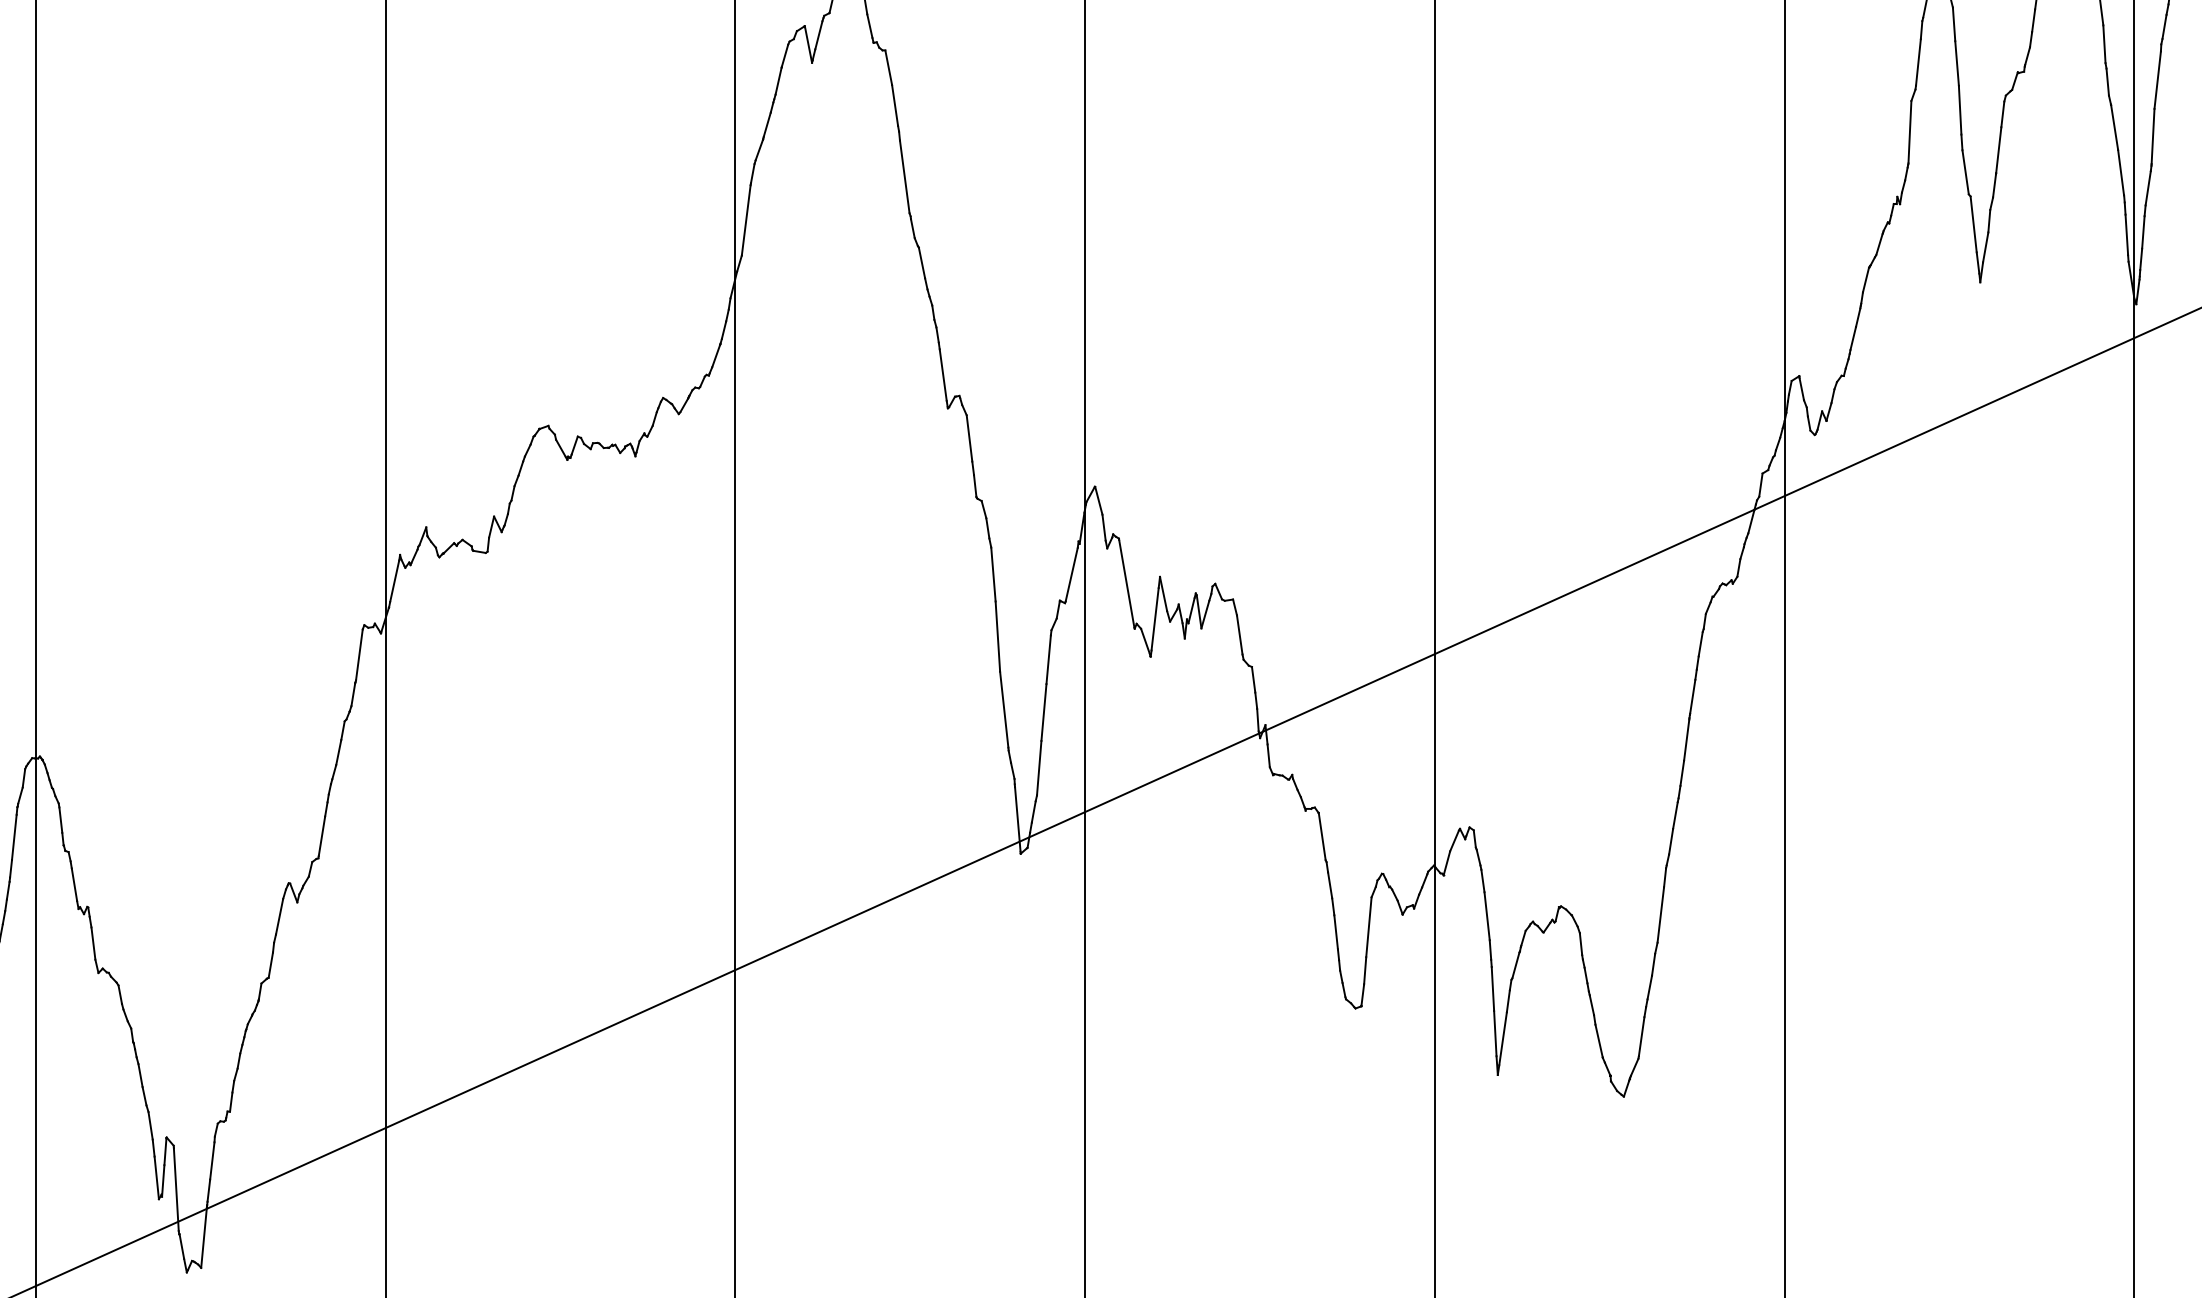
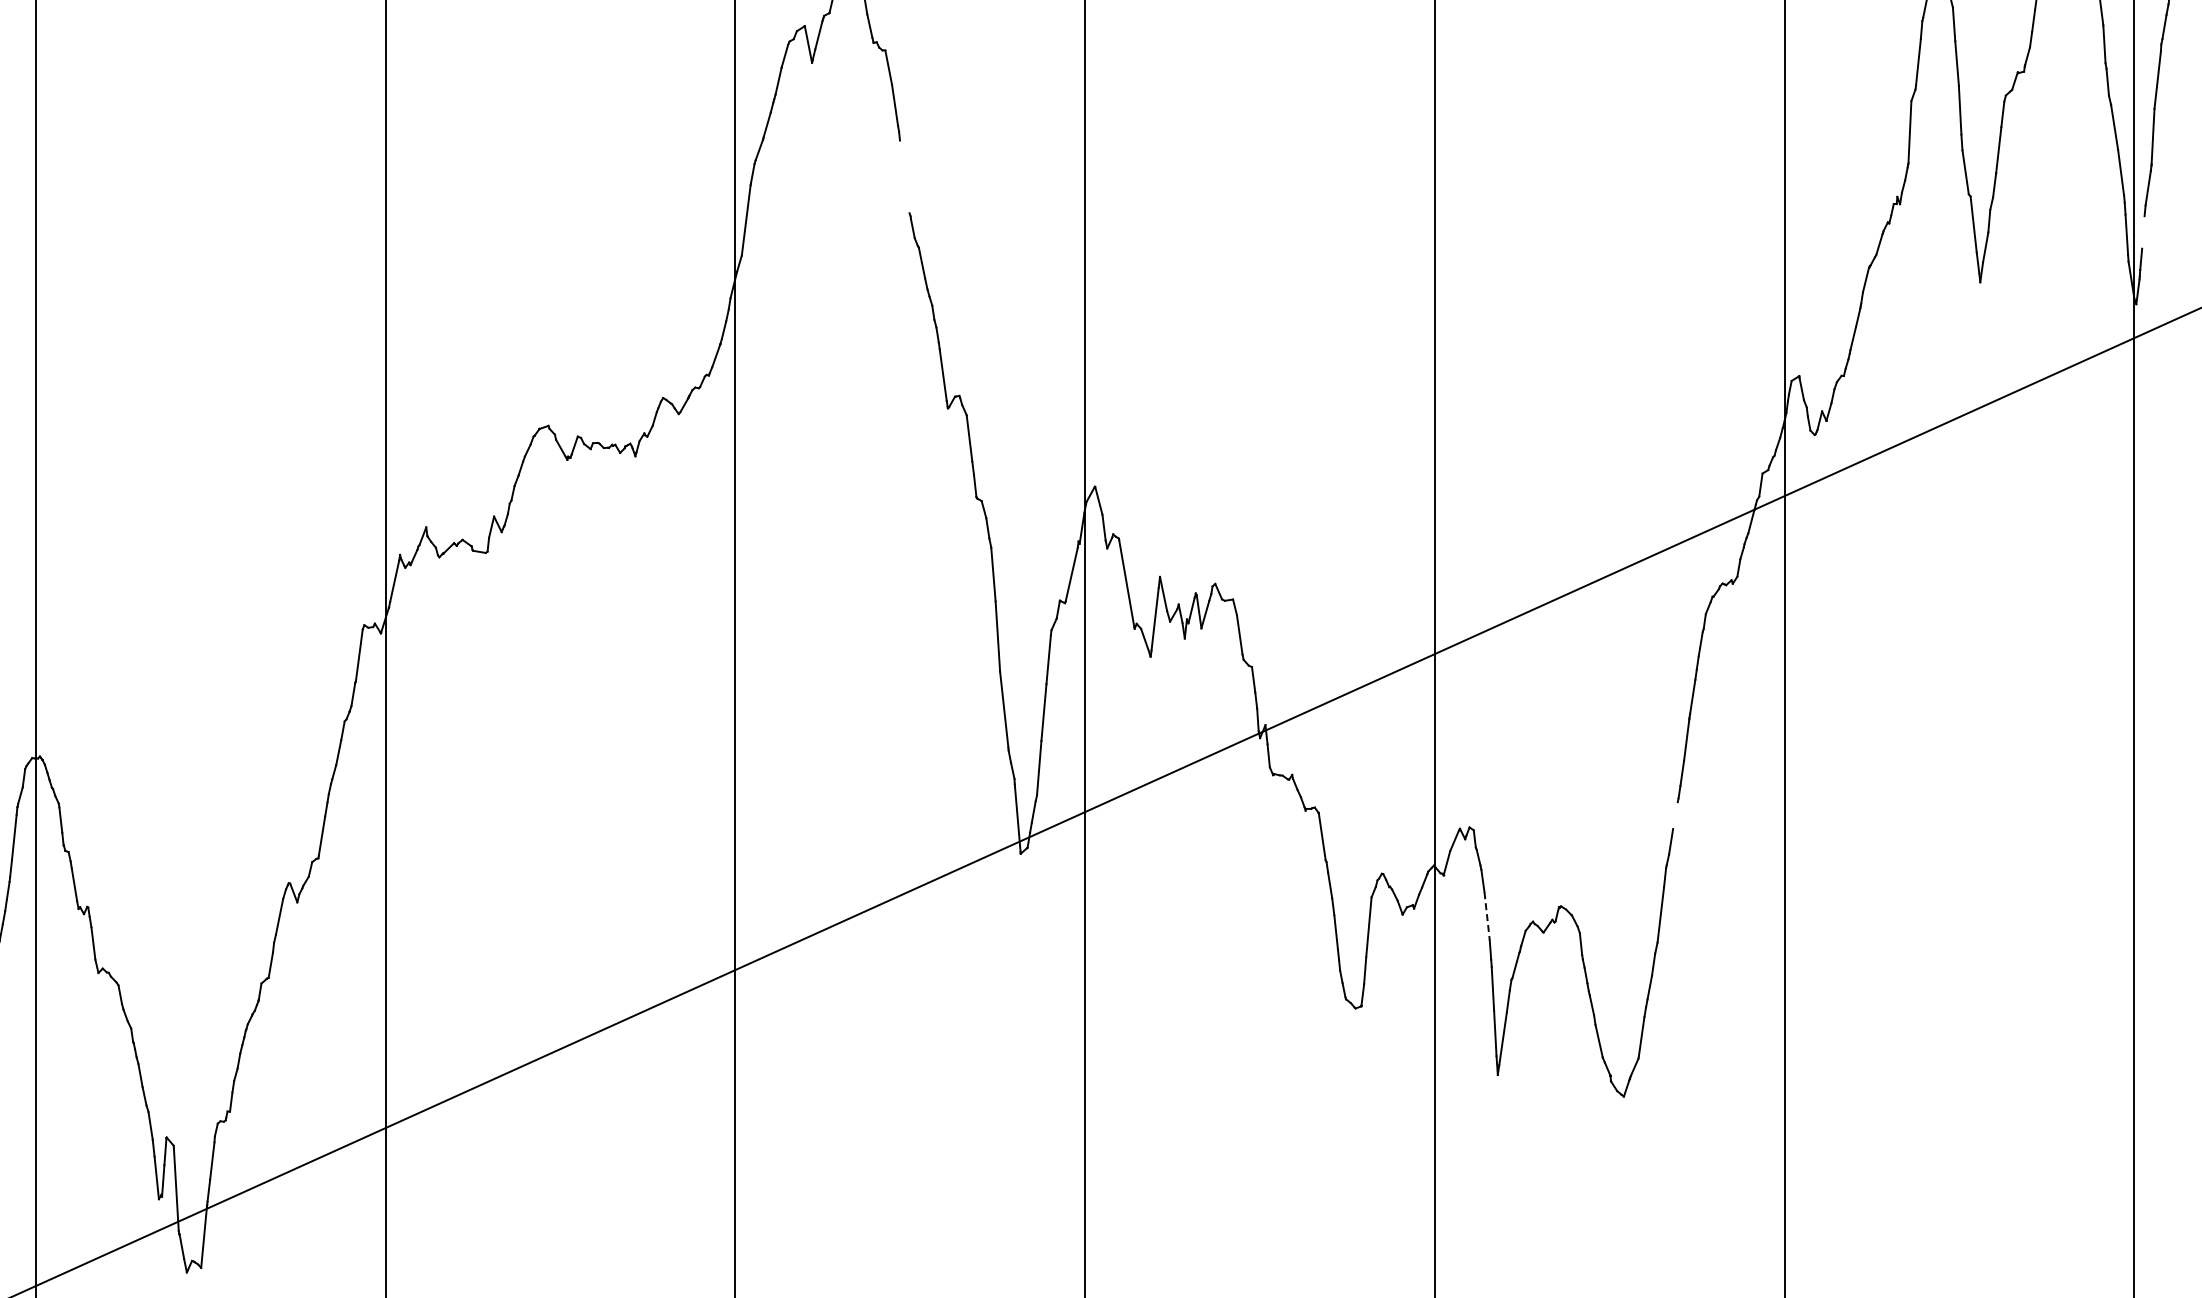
line at (904, 176): present -> none
line at (2143, 232): present -> none
line at (1675, 815): present -> none
line at (1487, 916): solid -> dashed
